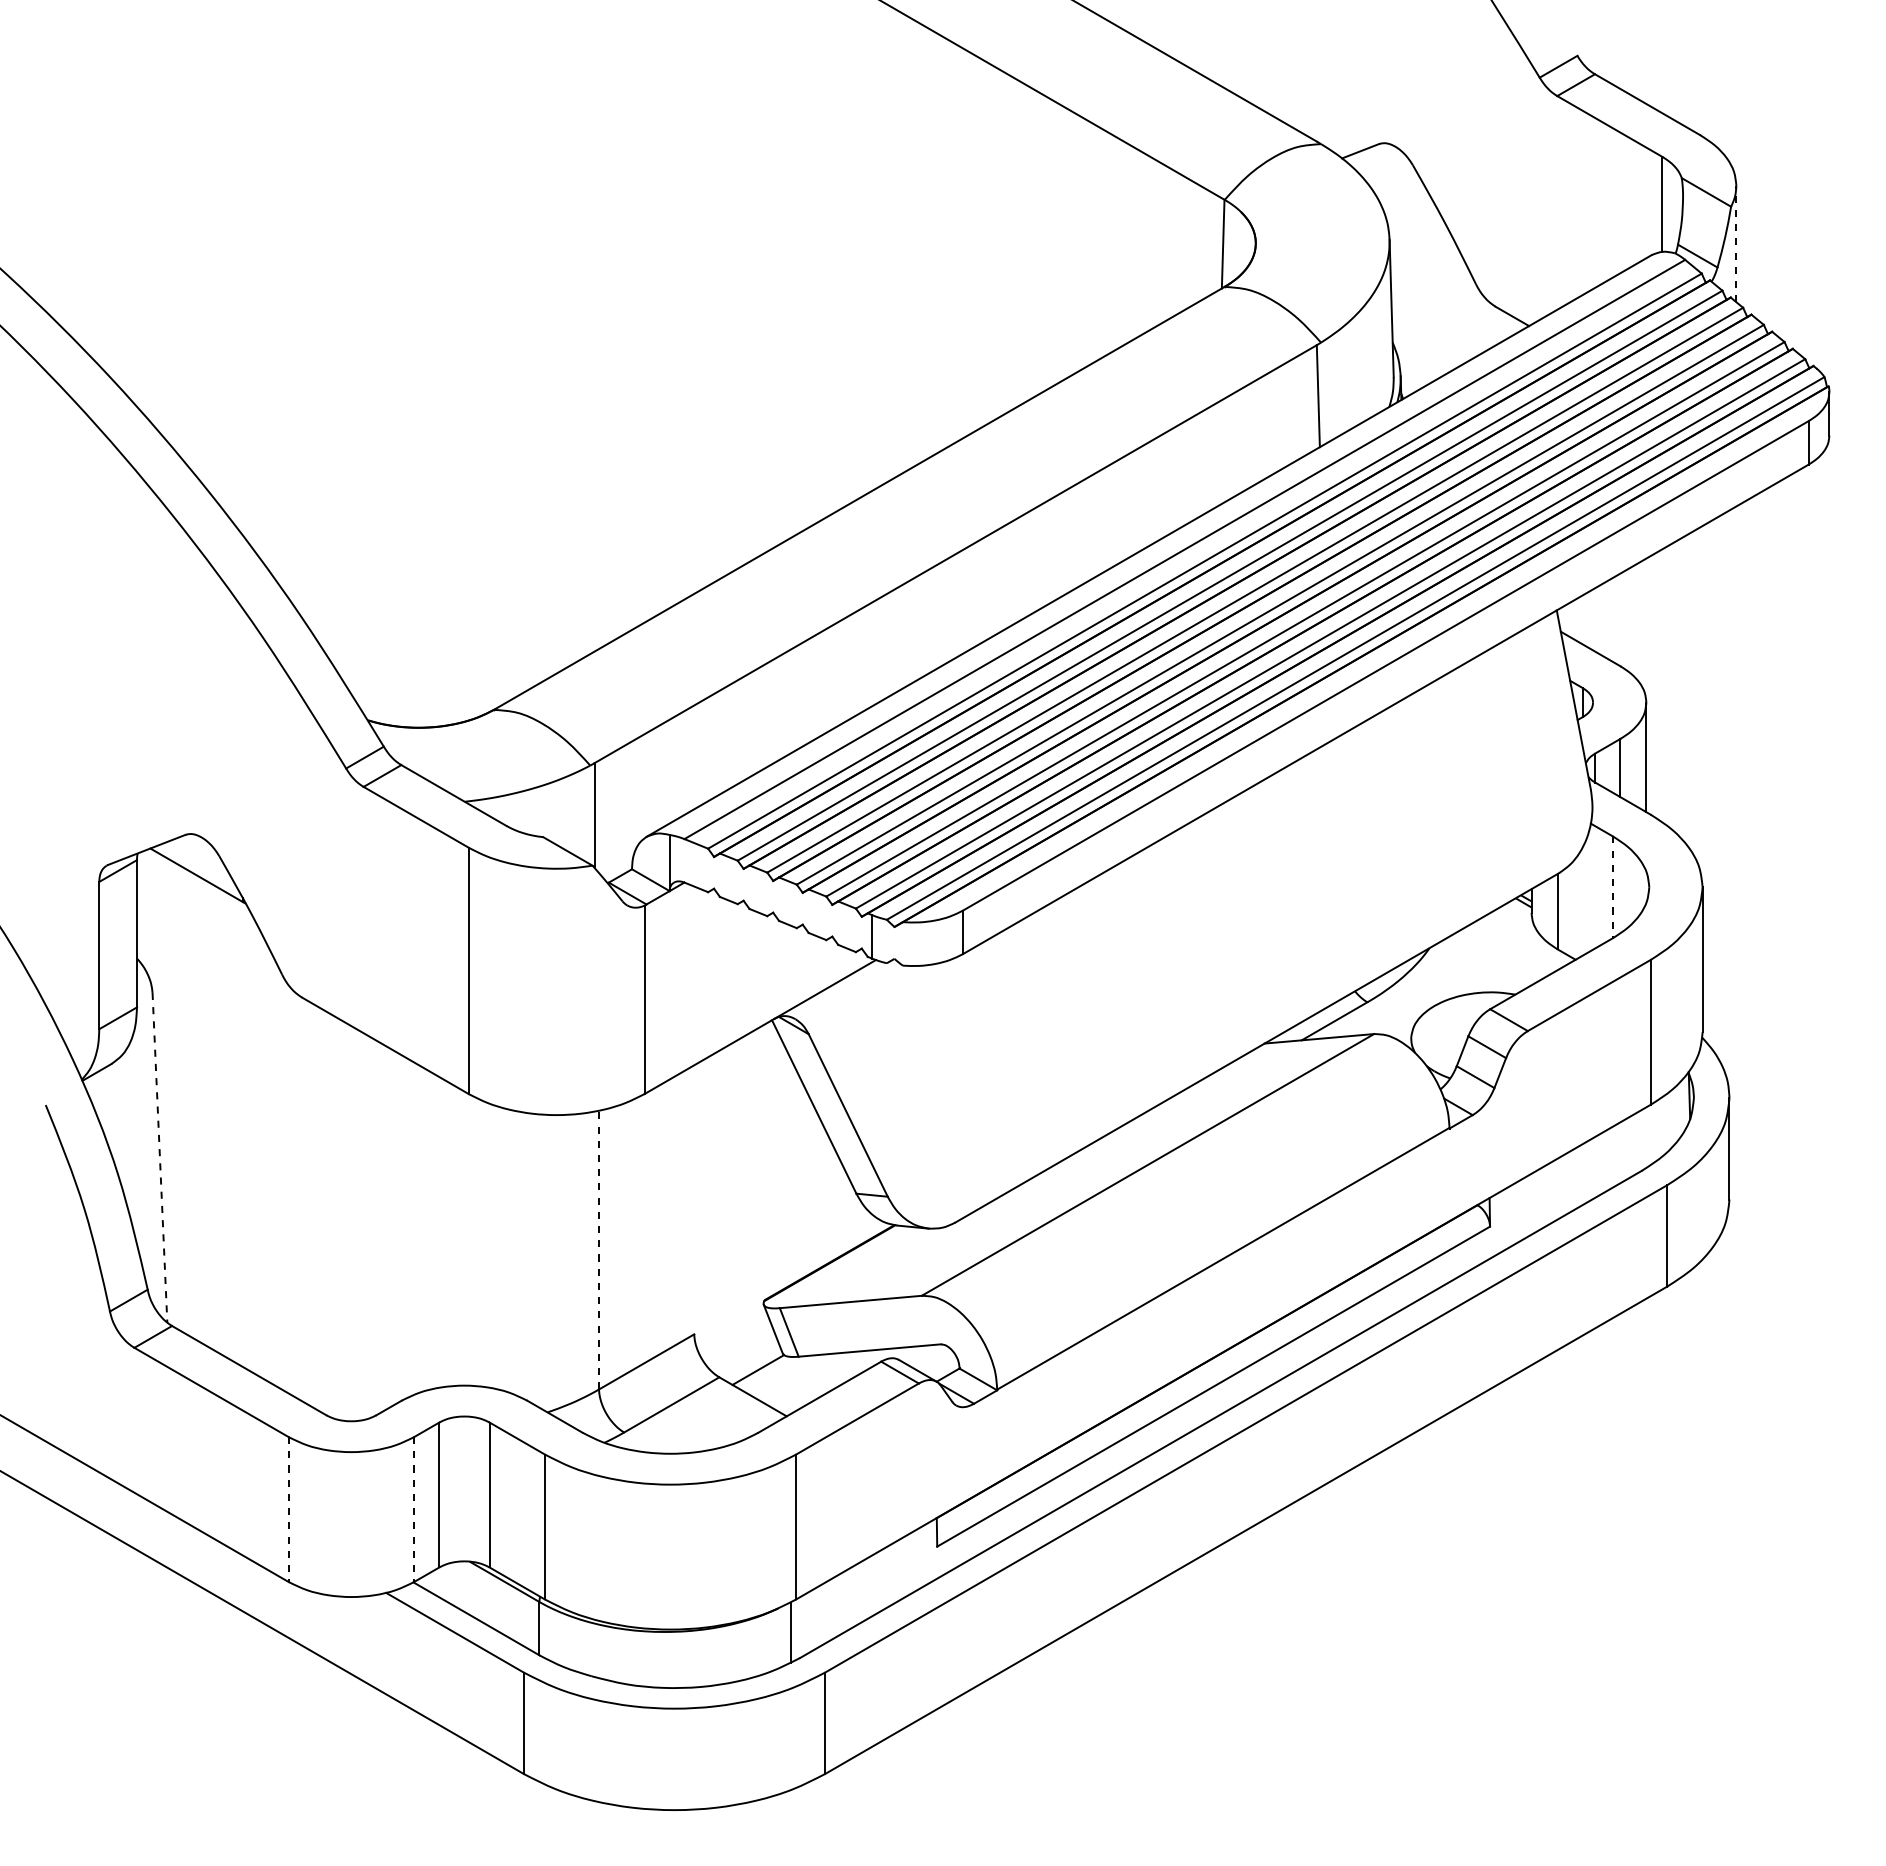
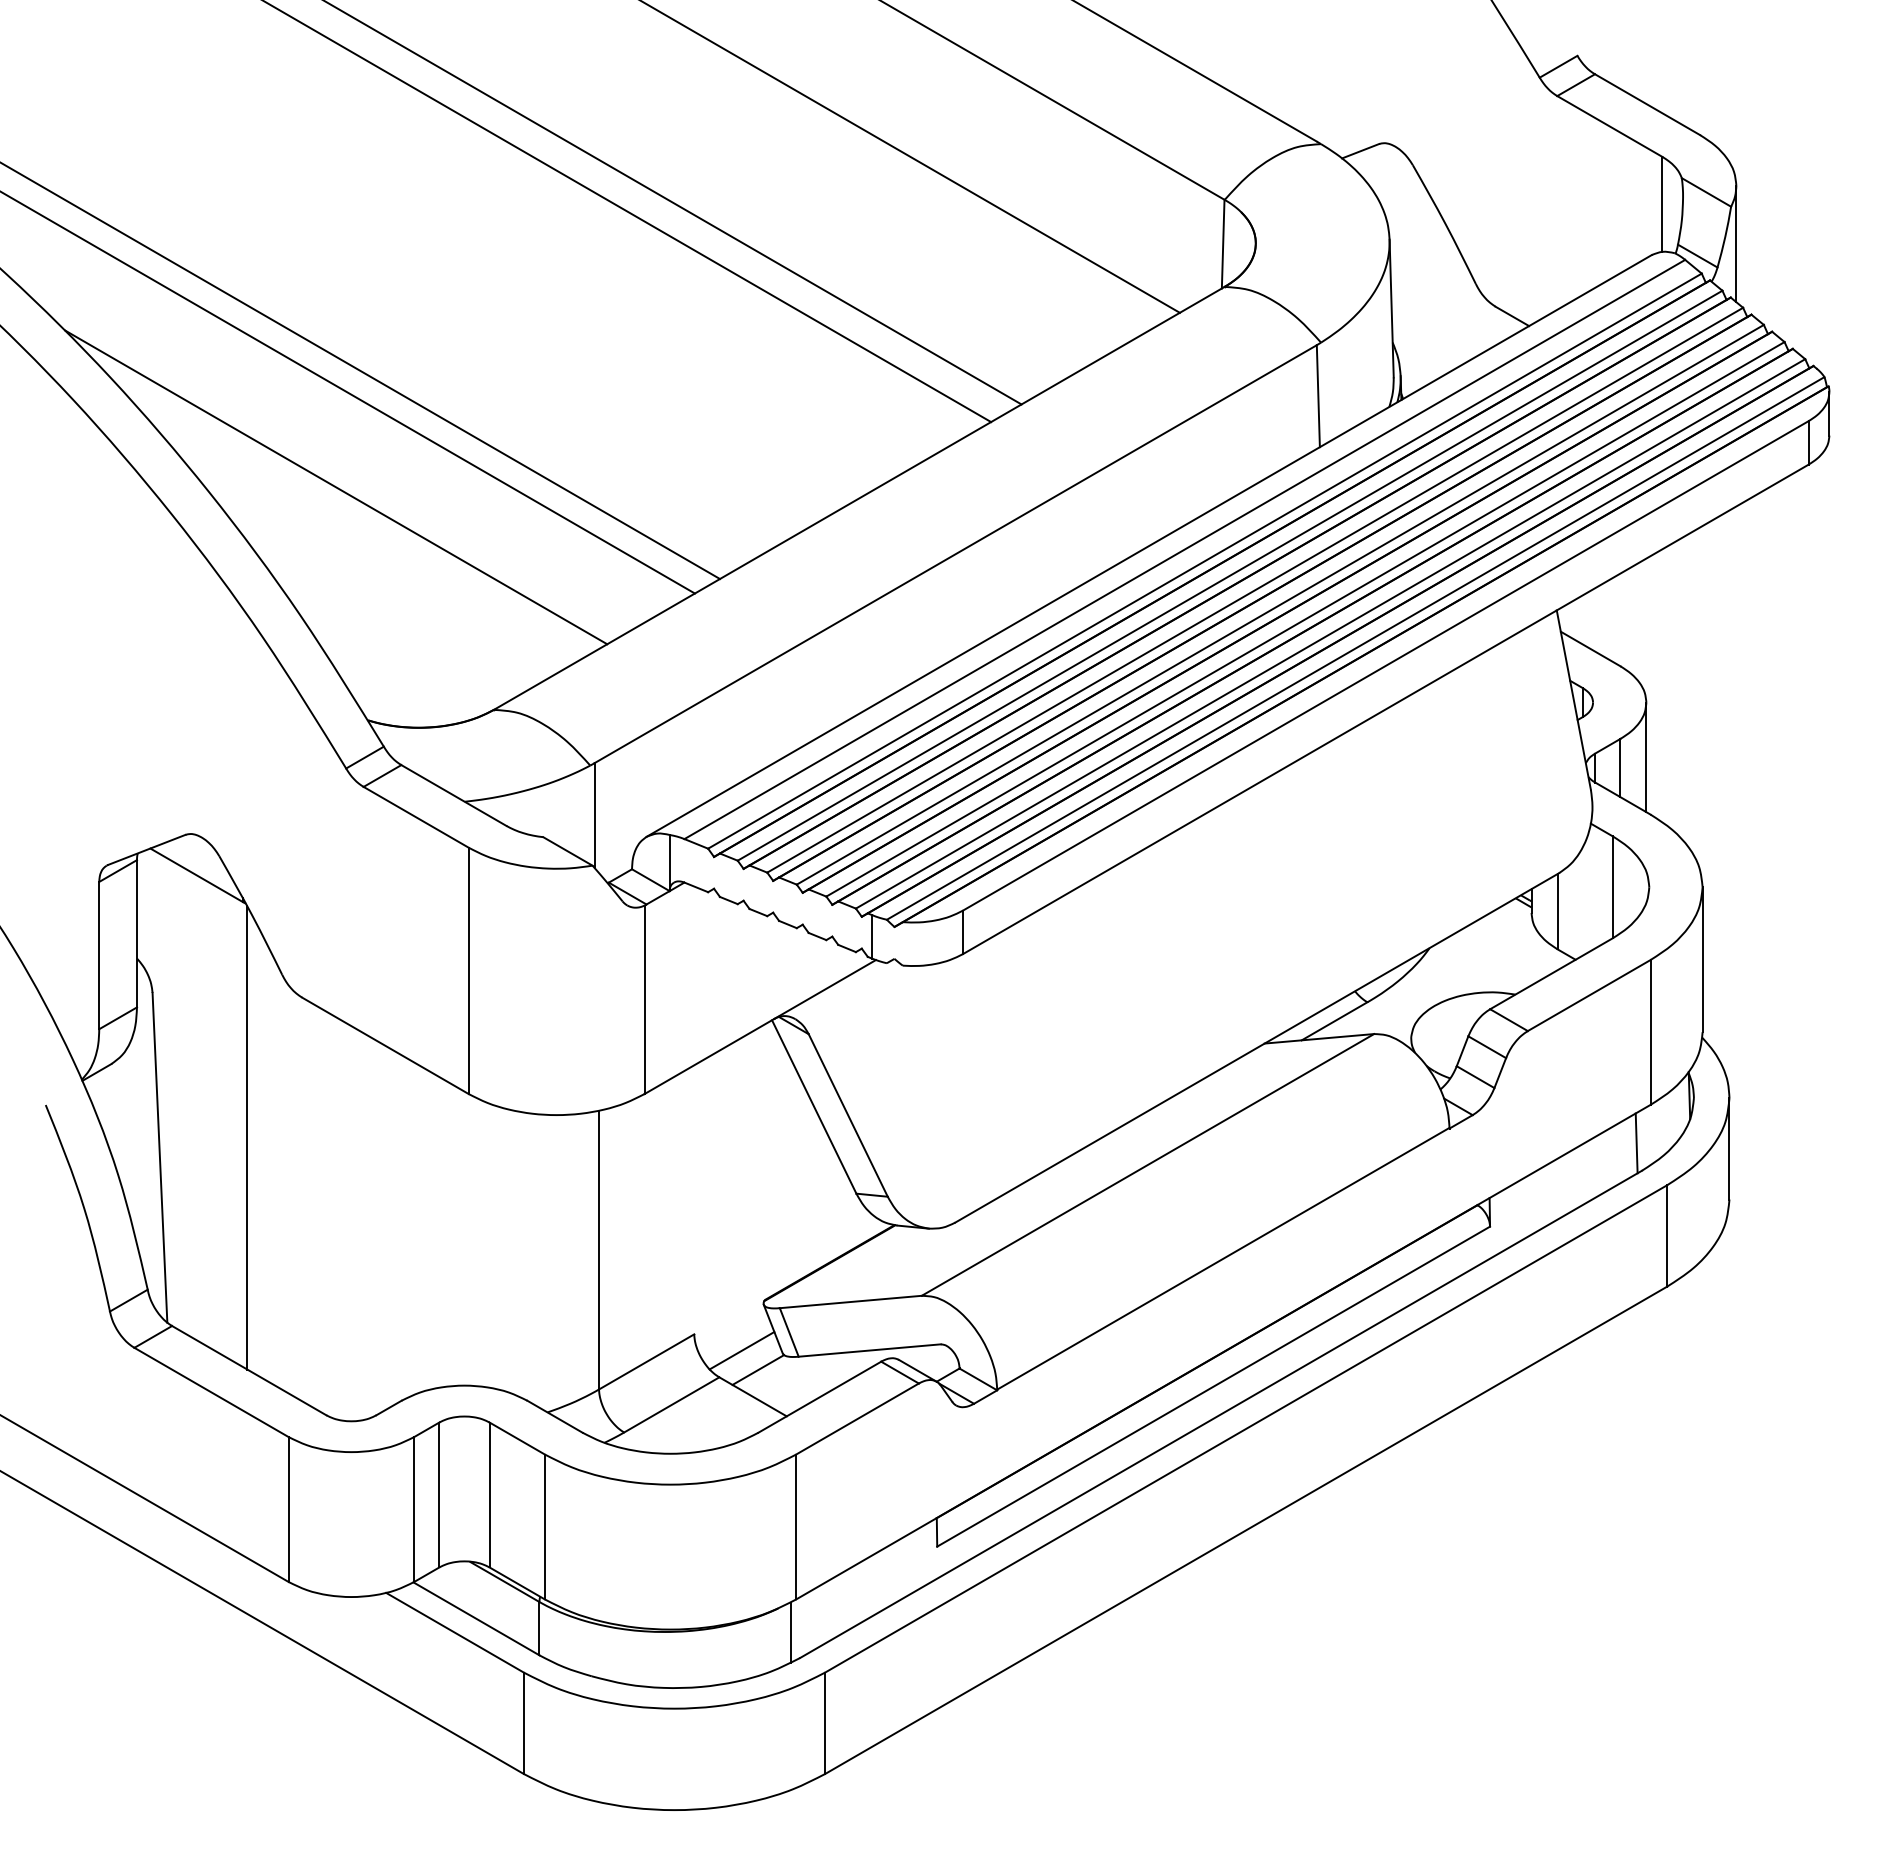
line at (911, 157): none -> present
line at (673, 203): none -> present
line at (628, 212): none -> present
line at (1736, 243): dashed -> solid
line at (361, 371): none -> present
line at (348, 392): none -> present
line at (336, 487): none -> present
line at (1612, 887): dashed -> solid
line at (247, 1137): none -> present
line at (1636, 1143): none -> present
line at (159, 1158): dashed -> solid
line at (599, 1249): dashed -> solid
line at (741, 1350): none -> present
line at (288, 1510): dashed -> solid
line at (414, 1510): dashed -> solid
